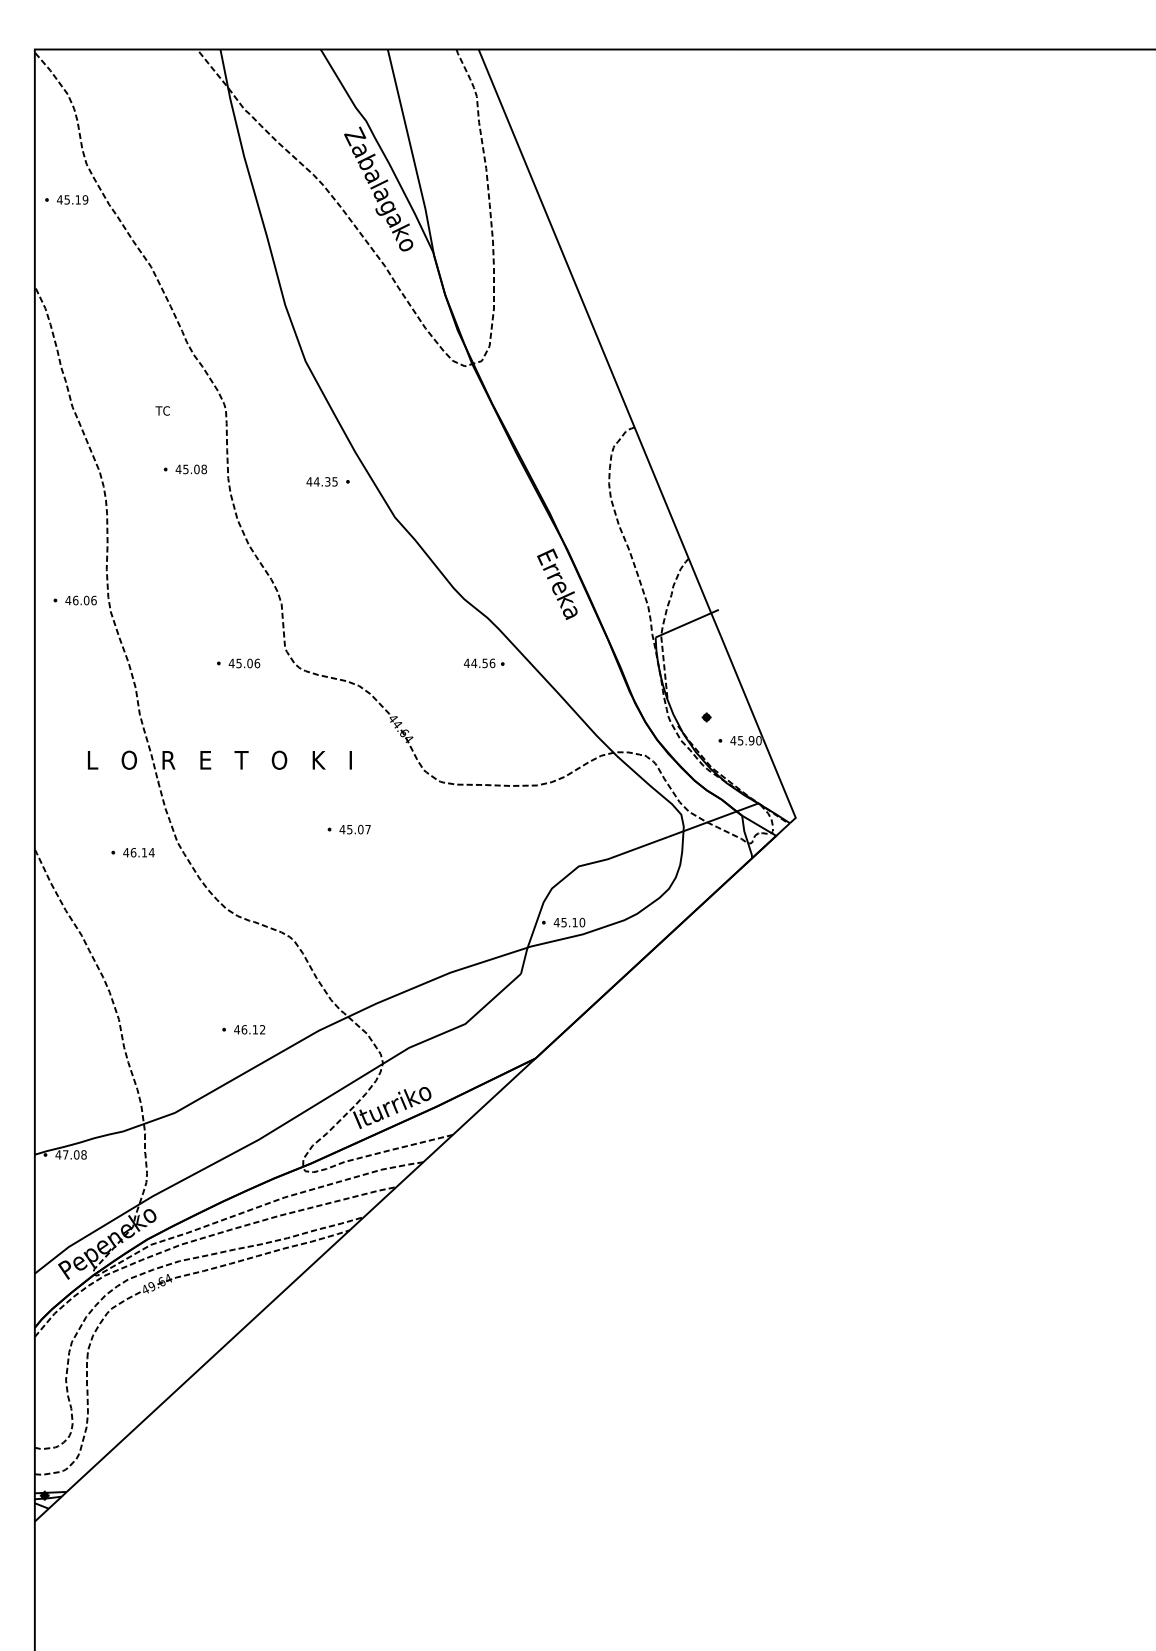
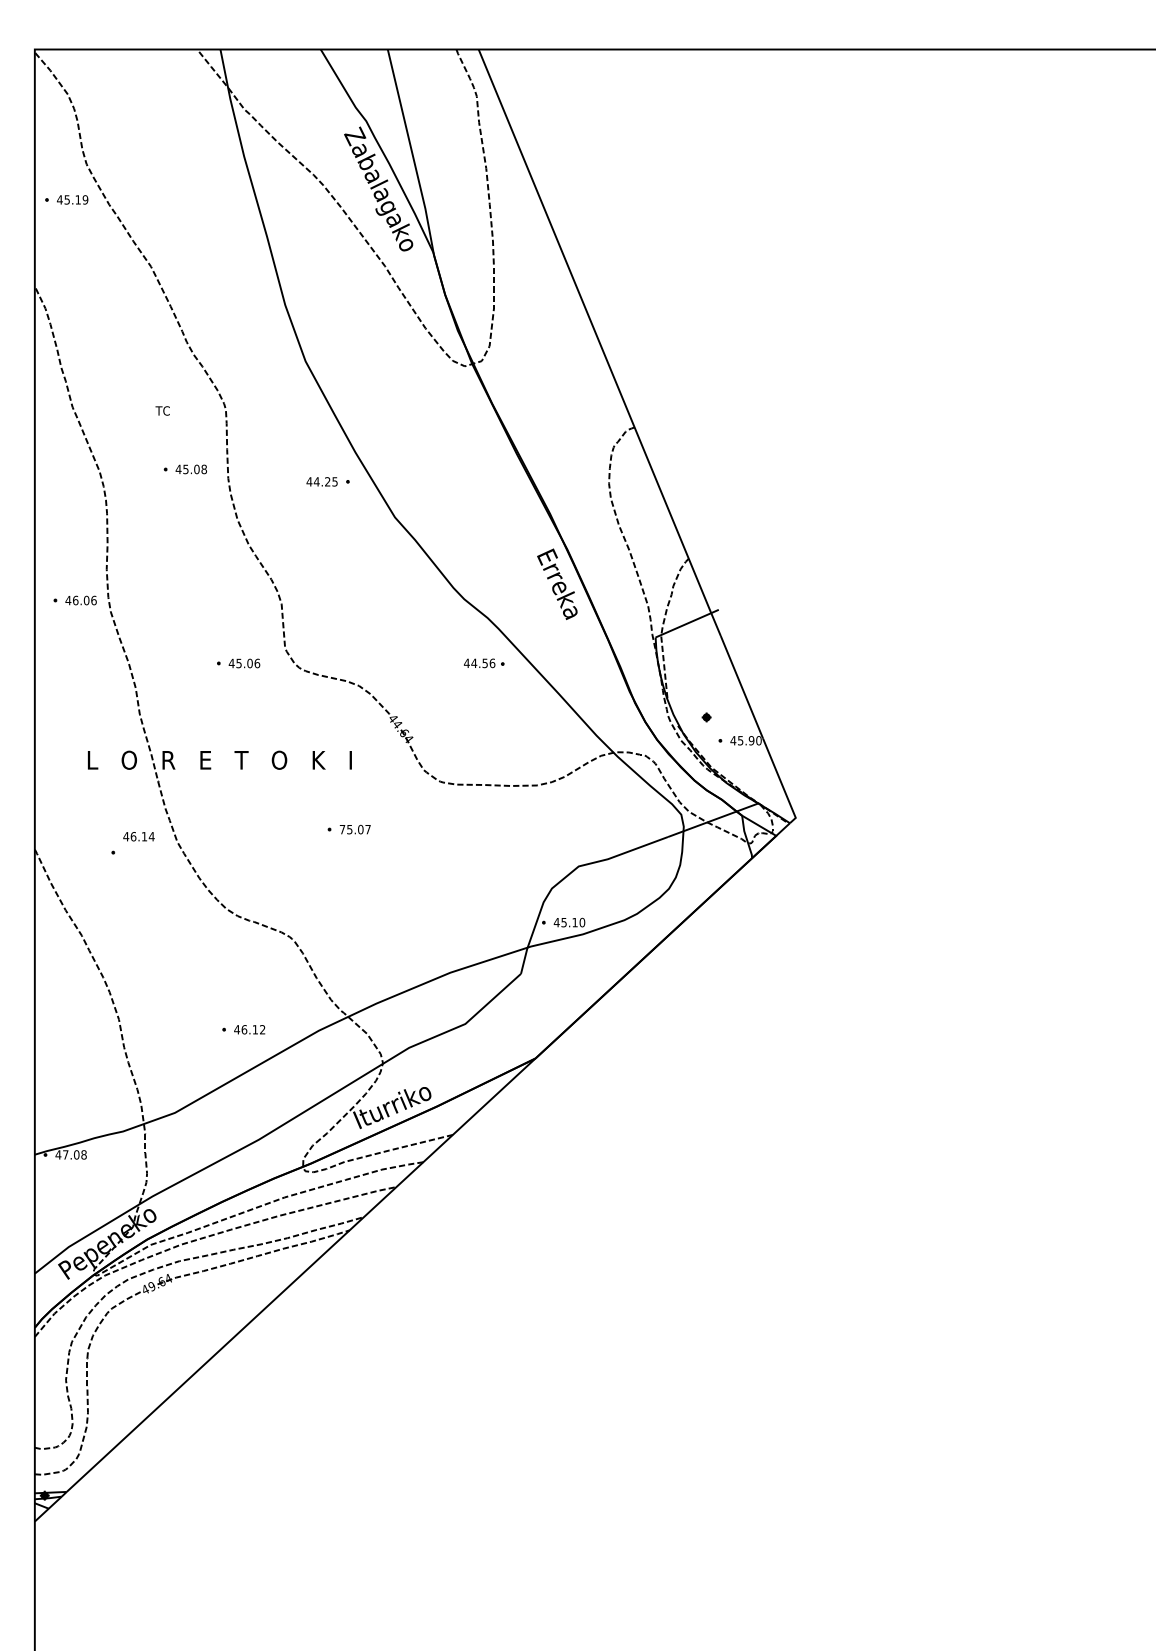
text at (327, 481): 44.35 -> 44.25
text at (342, 829): 45.07 -> 75.07
text at (138, 852) position: (138, 852) -> (138, 836)
